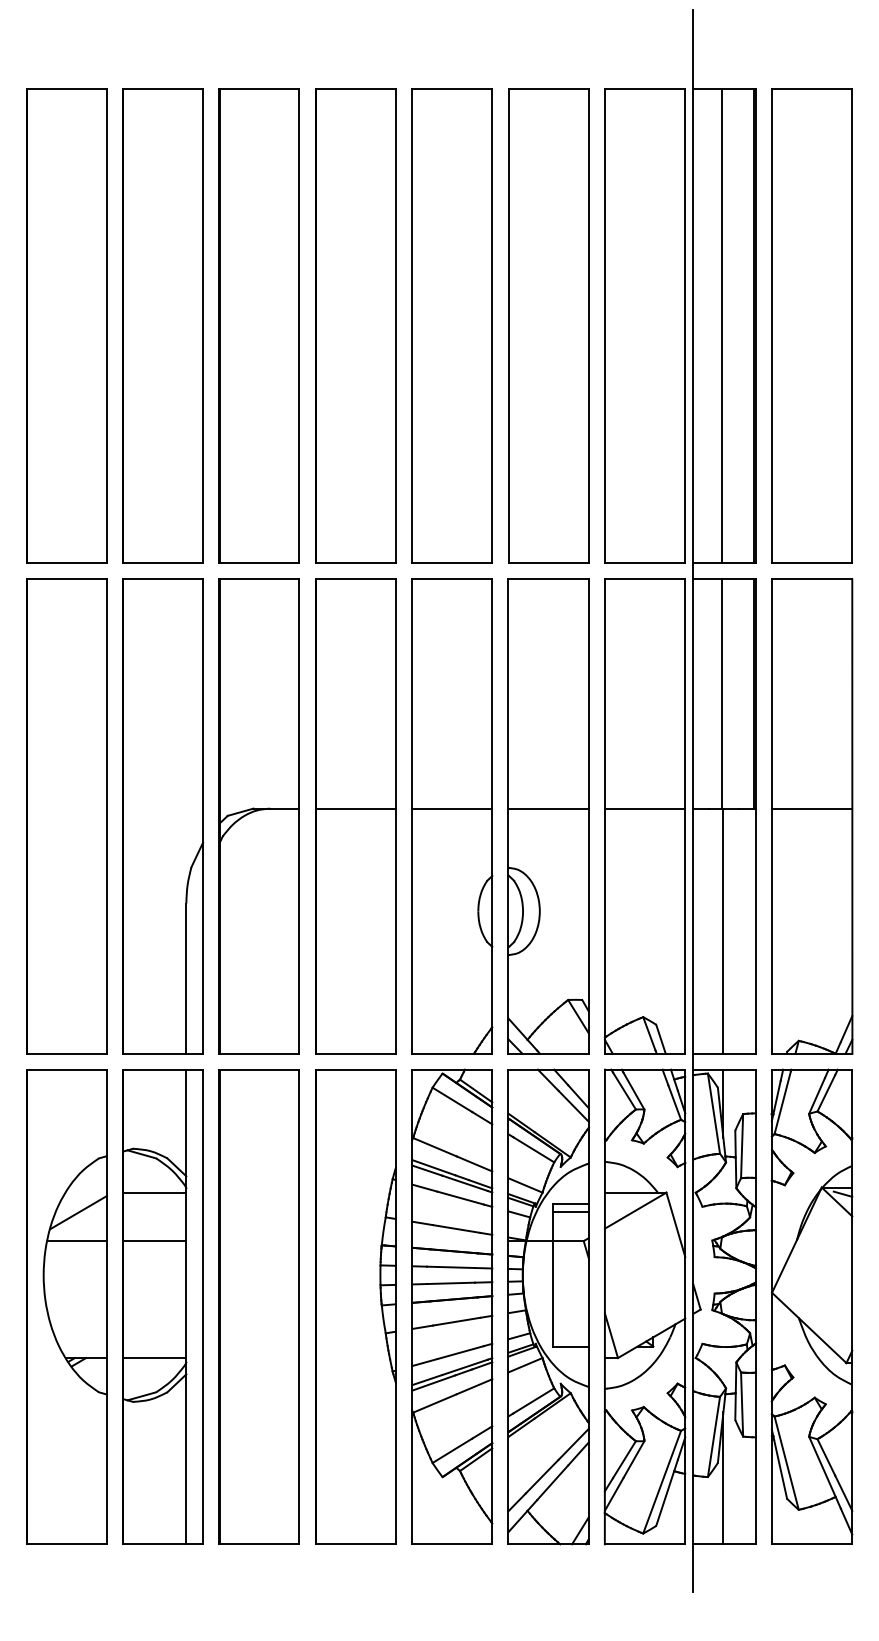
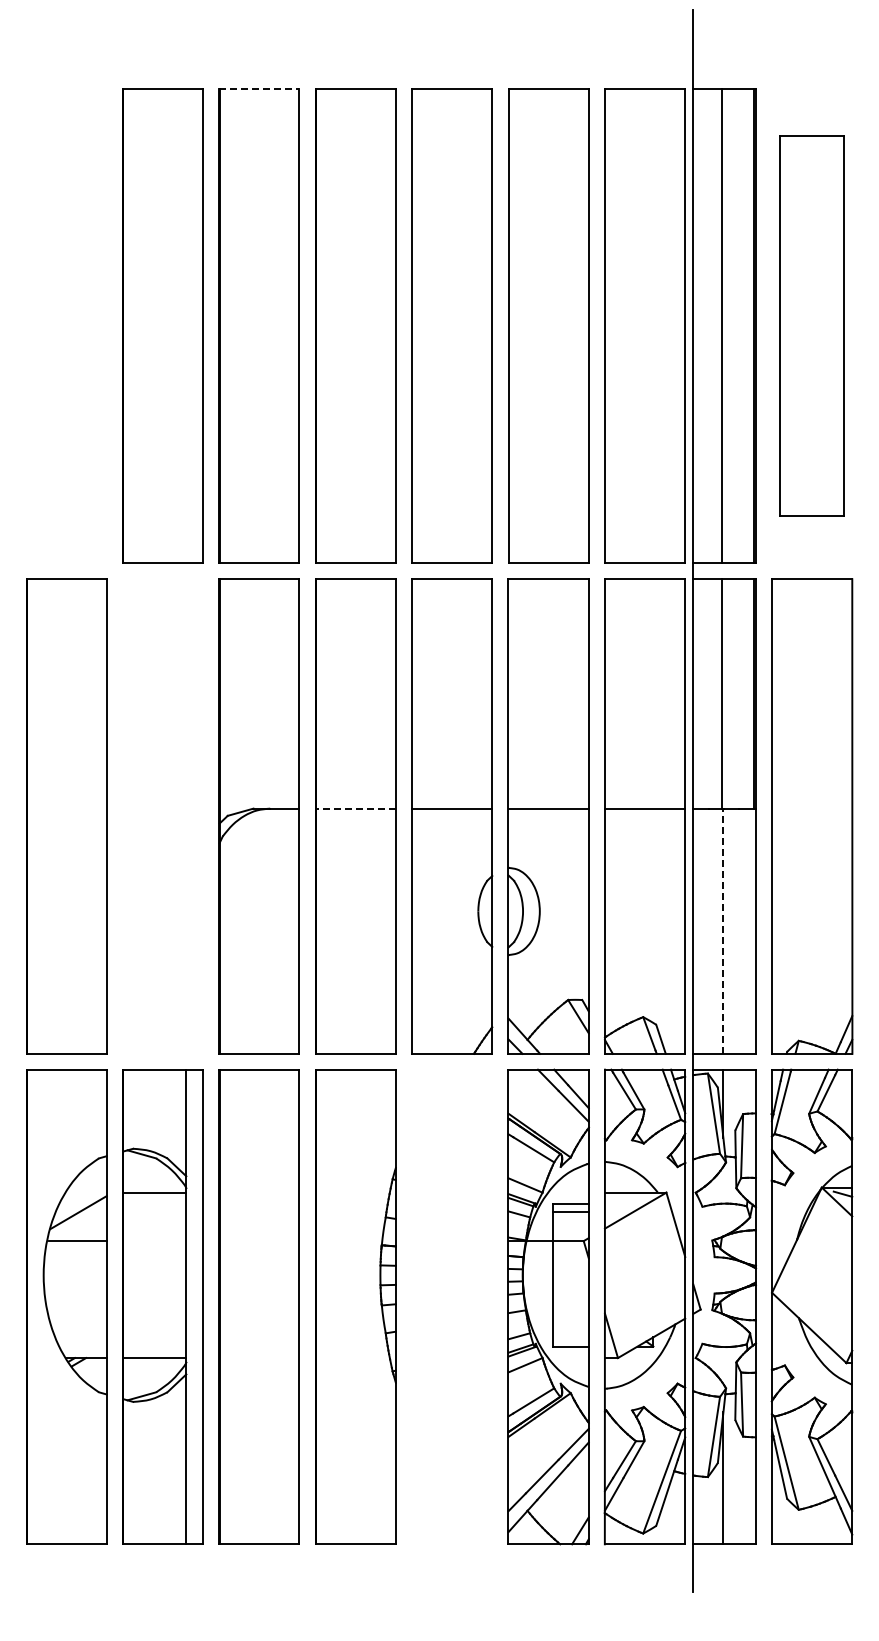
line at (259, 88): solid -> dashed
part at (66, 325): present -> none
part at (811, 325) size: 82x476 px -> 66x382 px
line at (355, 808): solid -> dashed
line at (811, 808): present -> none
part at (163, 816): present -> none
line at (723, 931): solid -> dashed
line at (154, 1241): present -> none
part at (452, 1306): present -> none
